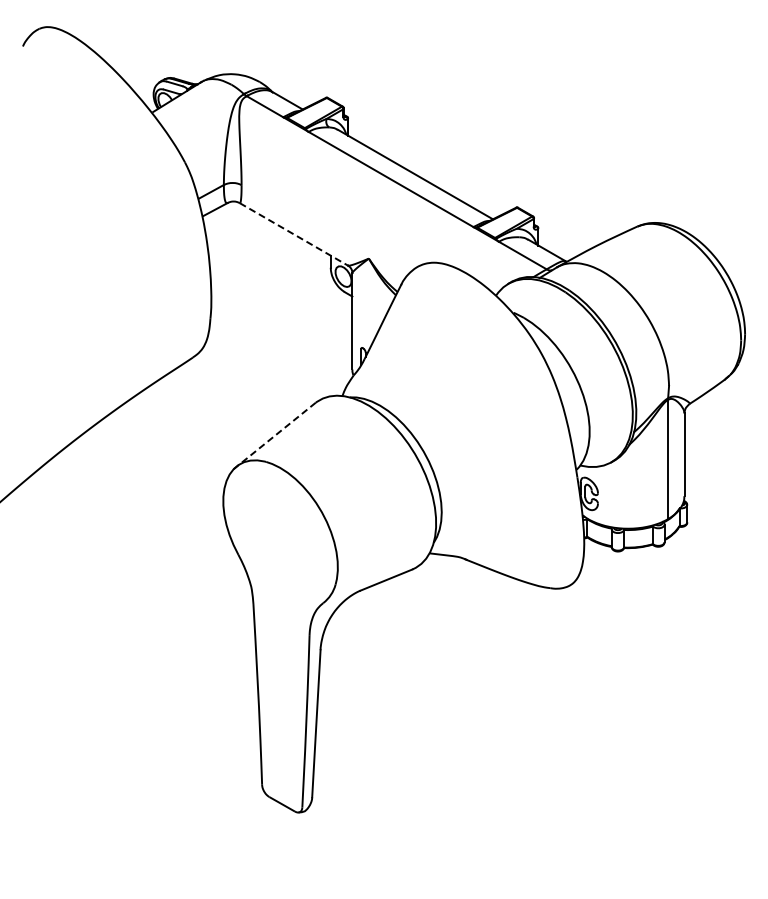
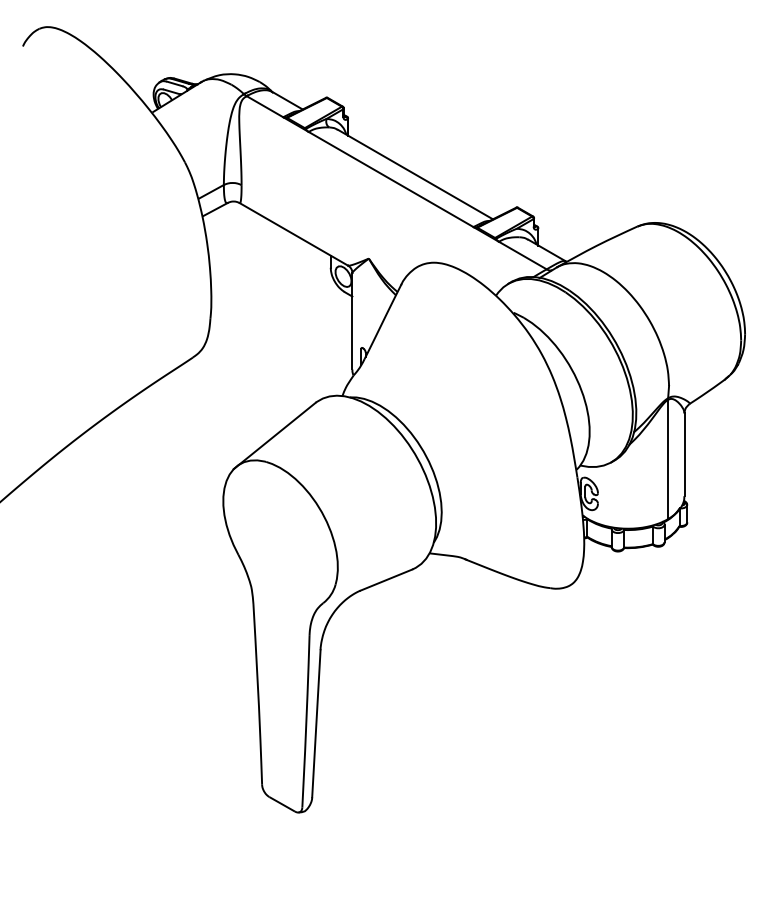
line at (293, 234): dashed -> solid
line at (274, 435): dashed -> solid
